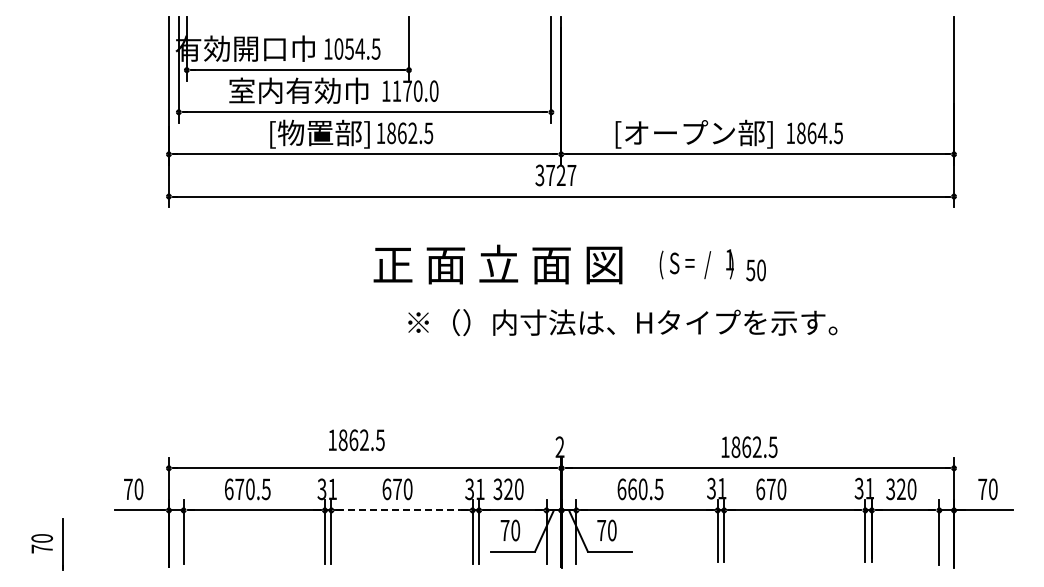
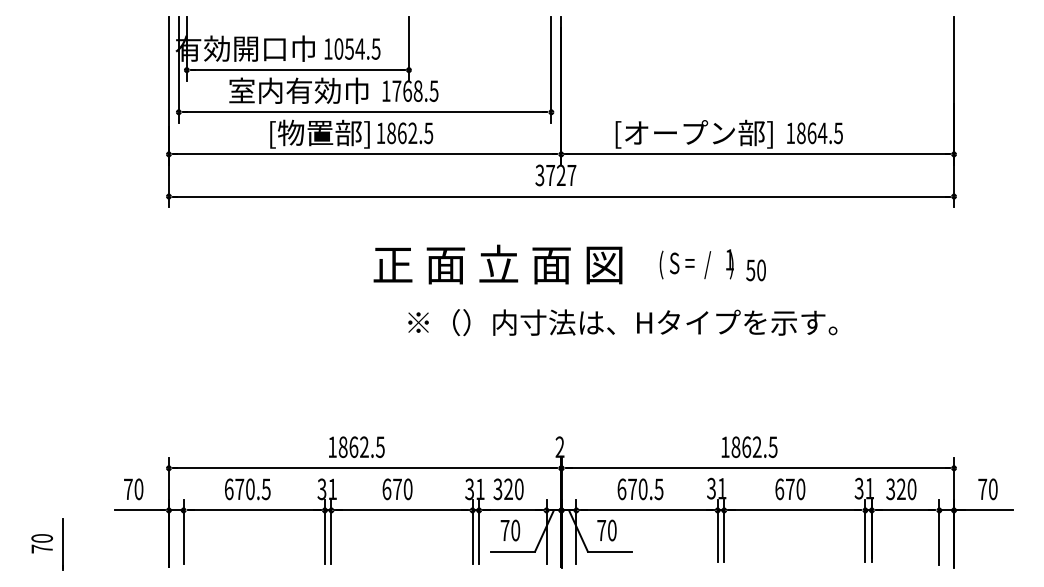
text at (415, 90): 1170.0 -> 1768.5
text at (356, 440) position: (356, 440) -> (356, 447)
text at (632, 489): 660.5 -> 670.5
text at (771, 489) position: (771, 489) -> (790, 489)
line at (402, 510): dashed -> solid
